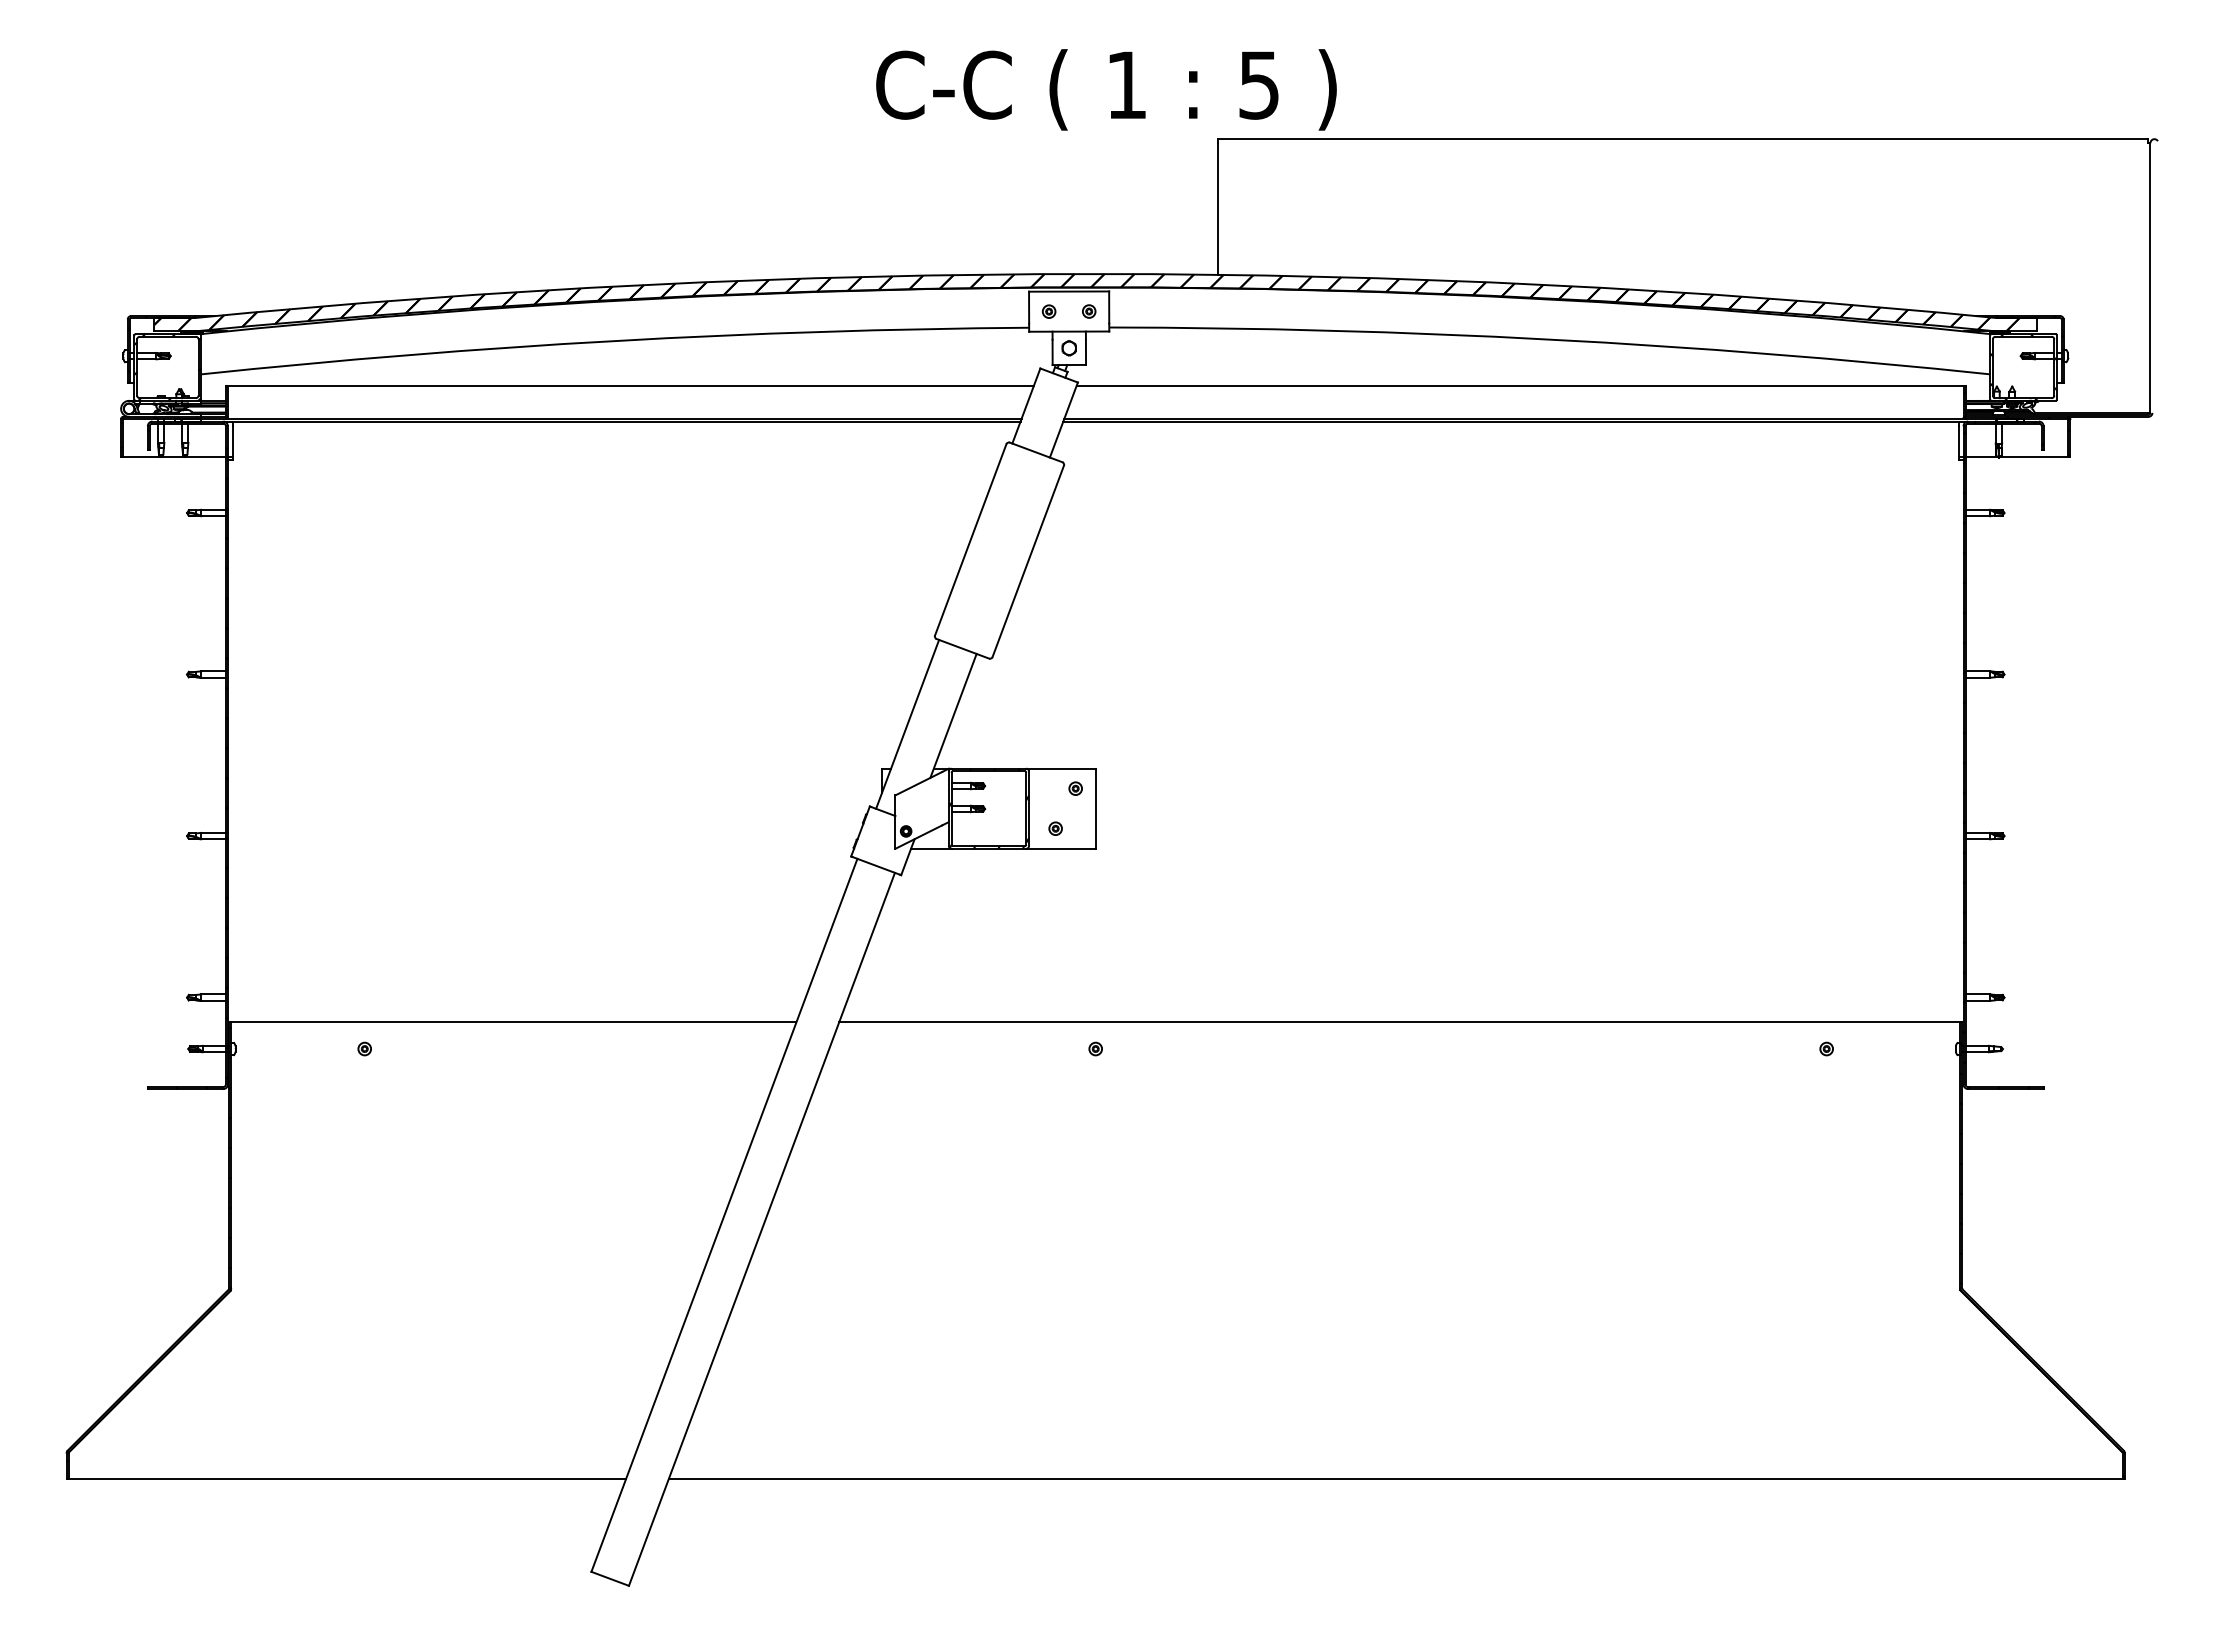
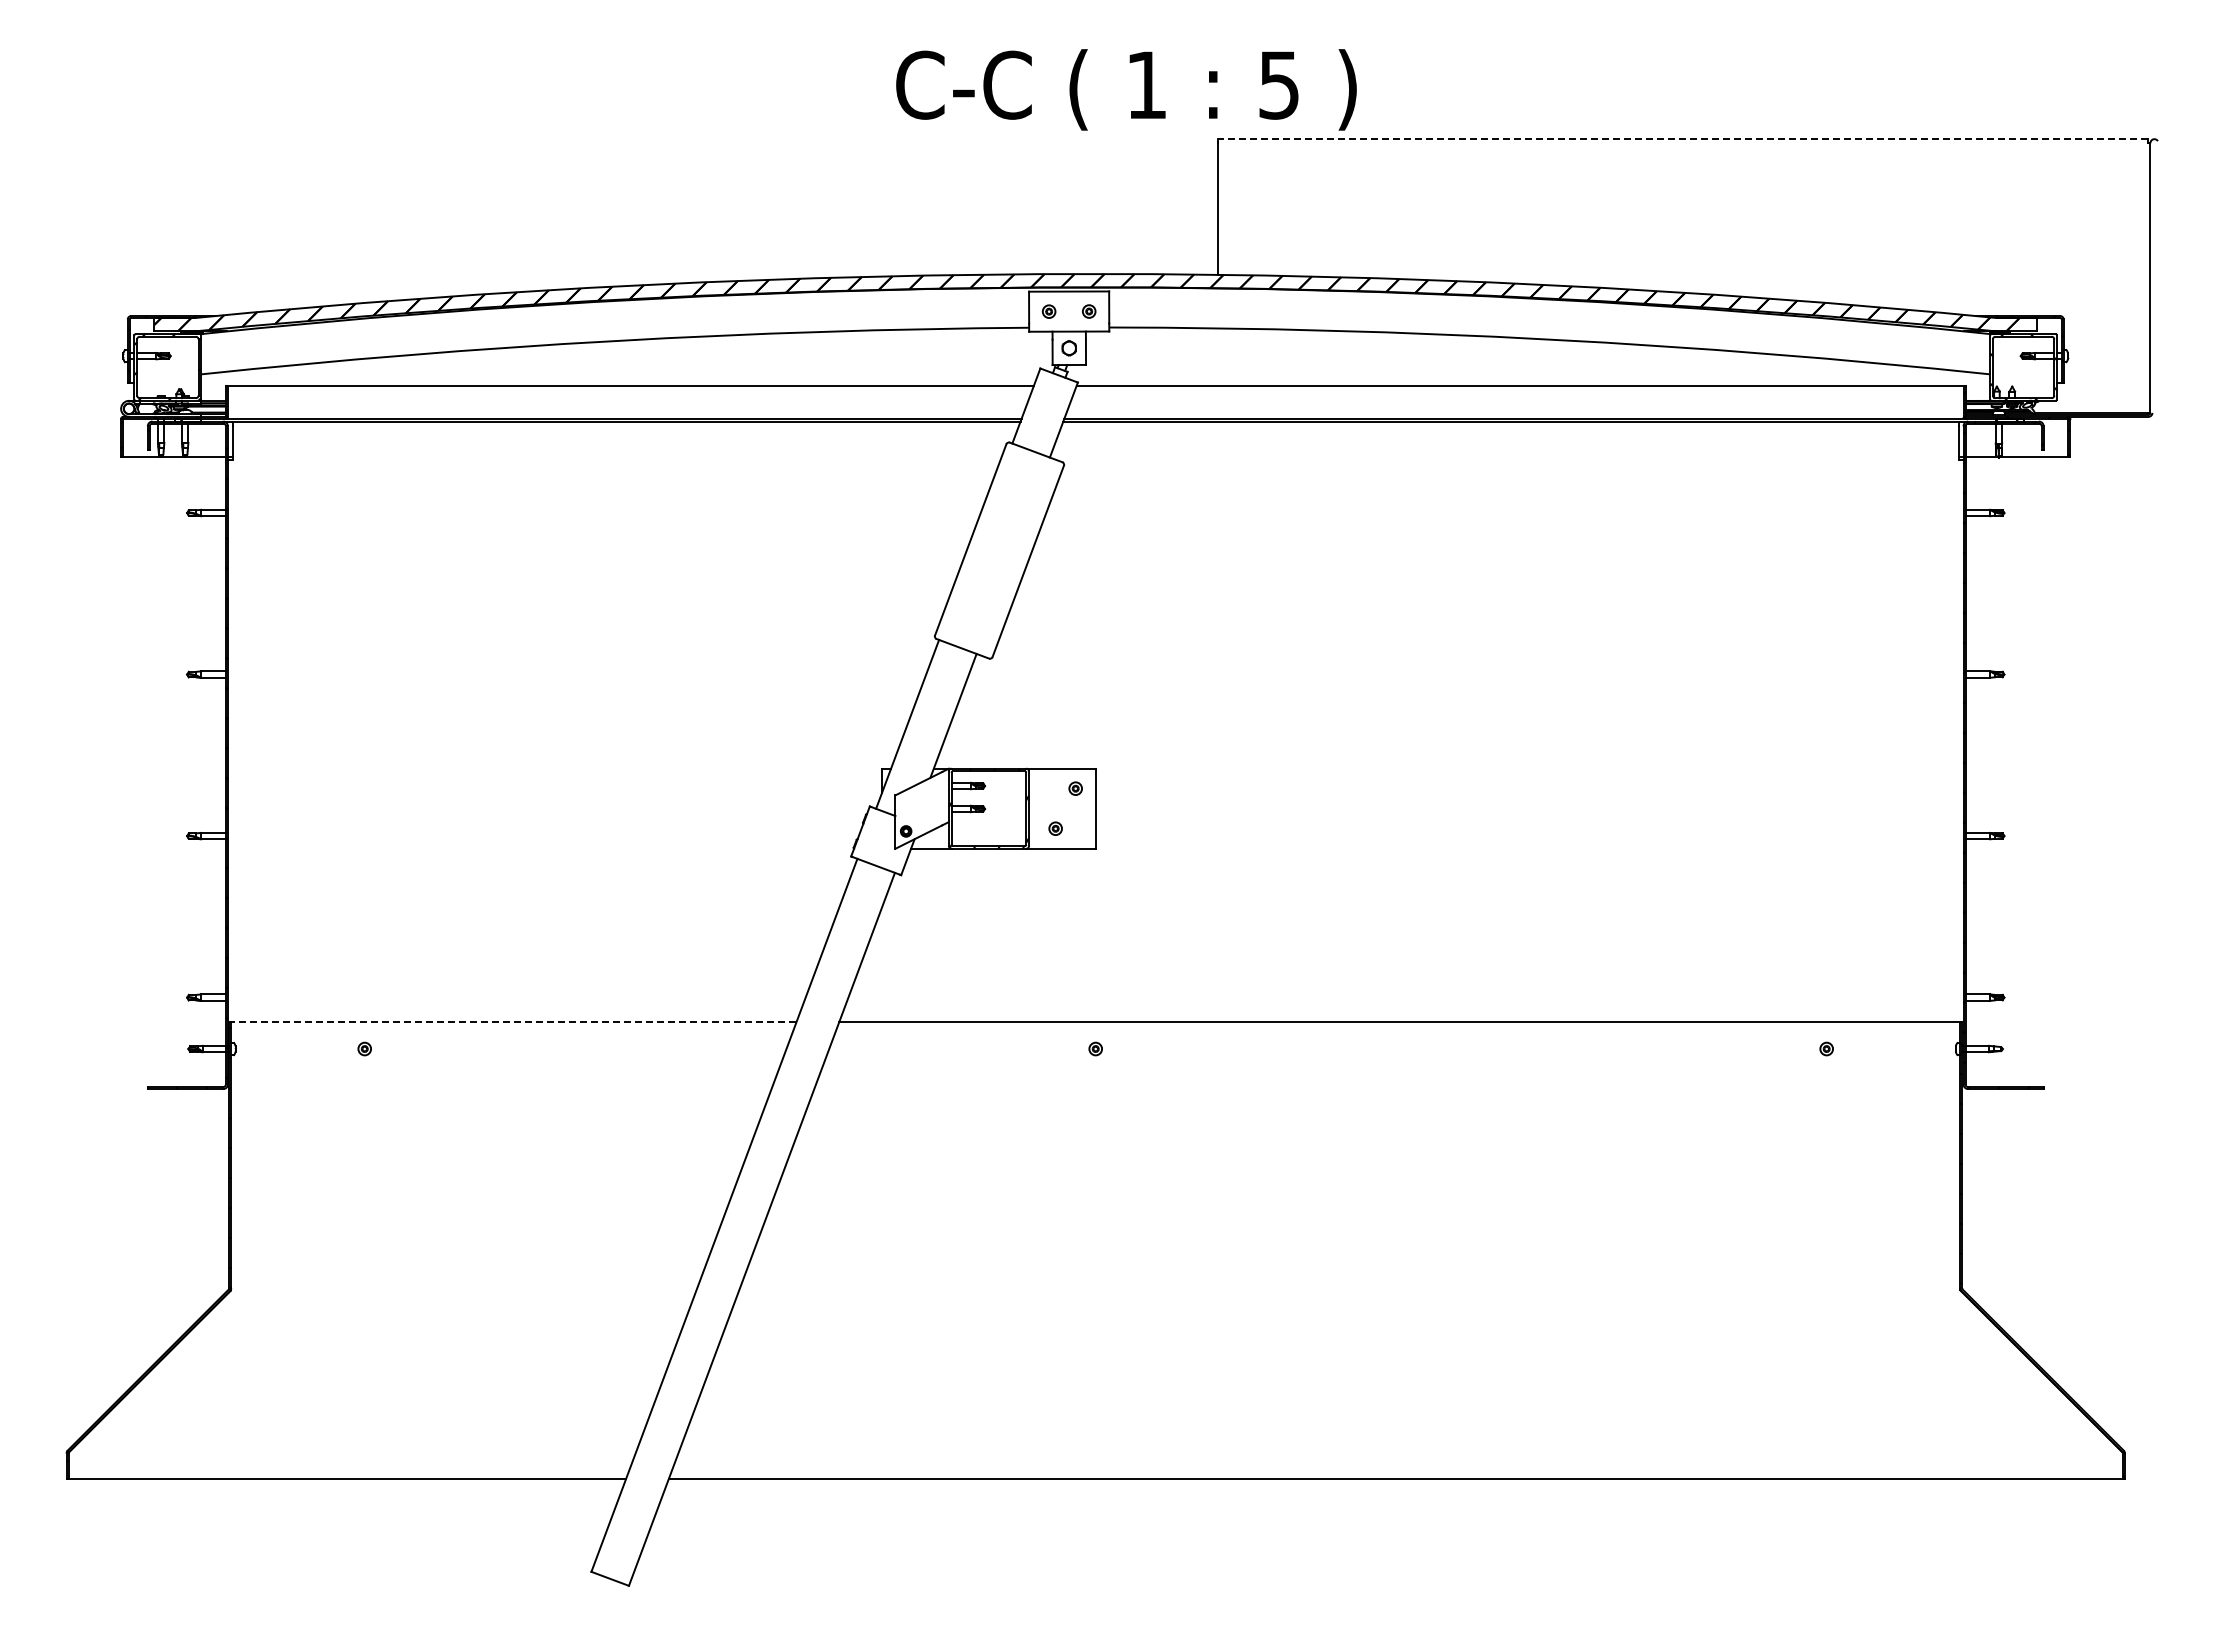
text at (1106, 89) position: (1106, 89) -> (1126, 89)
line at (1682, 139): solid -> dashed
line at (513, 1022): solid -> dashed
